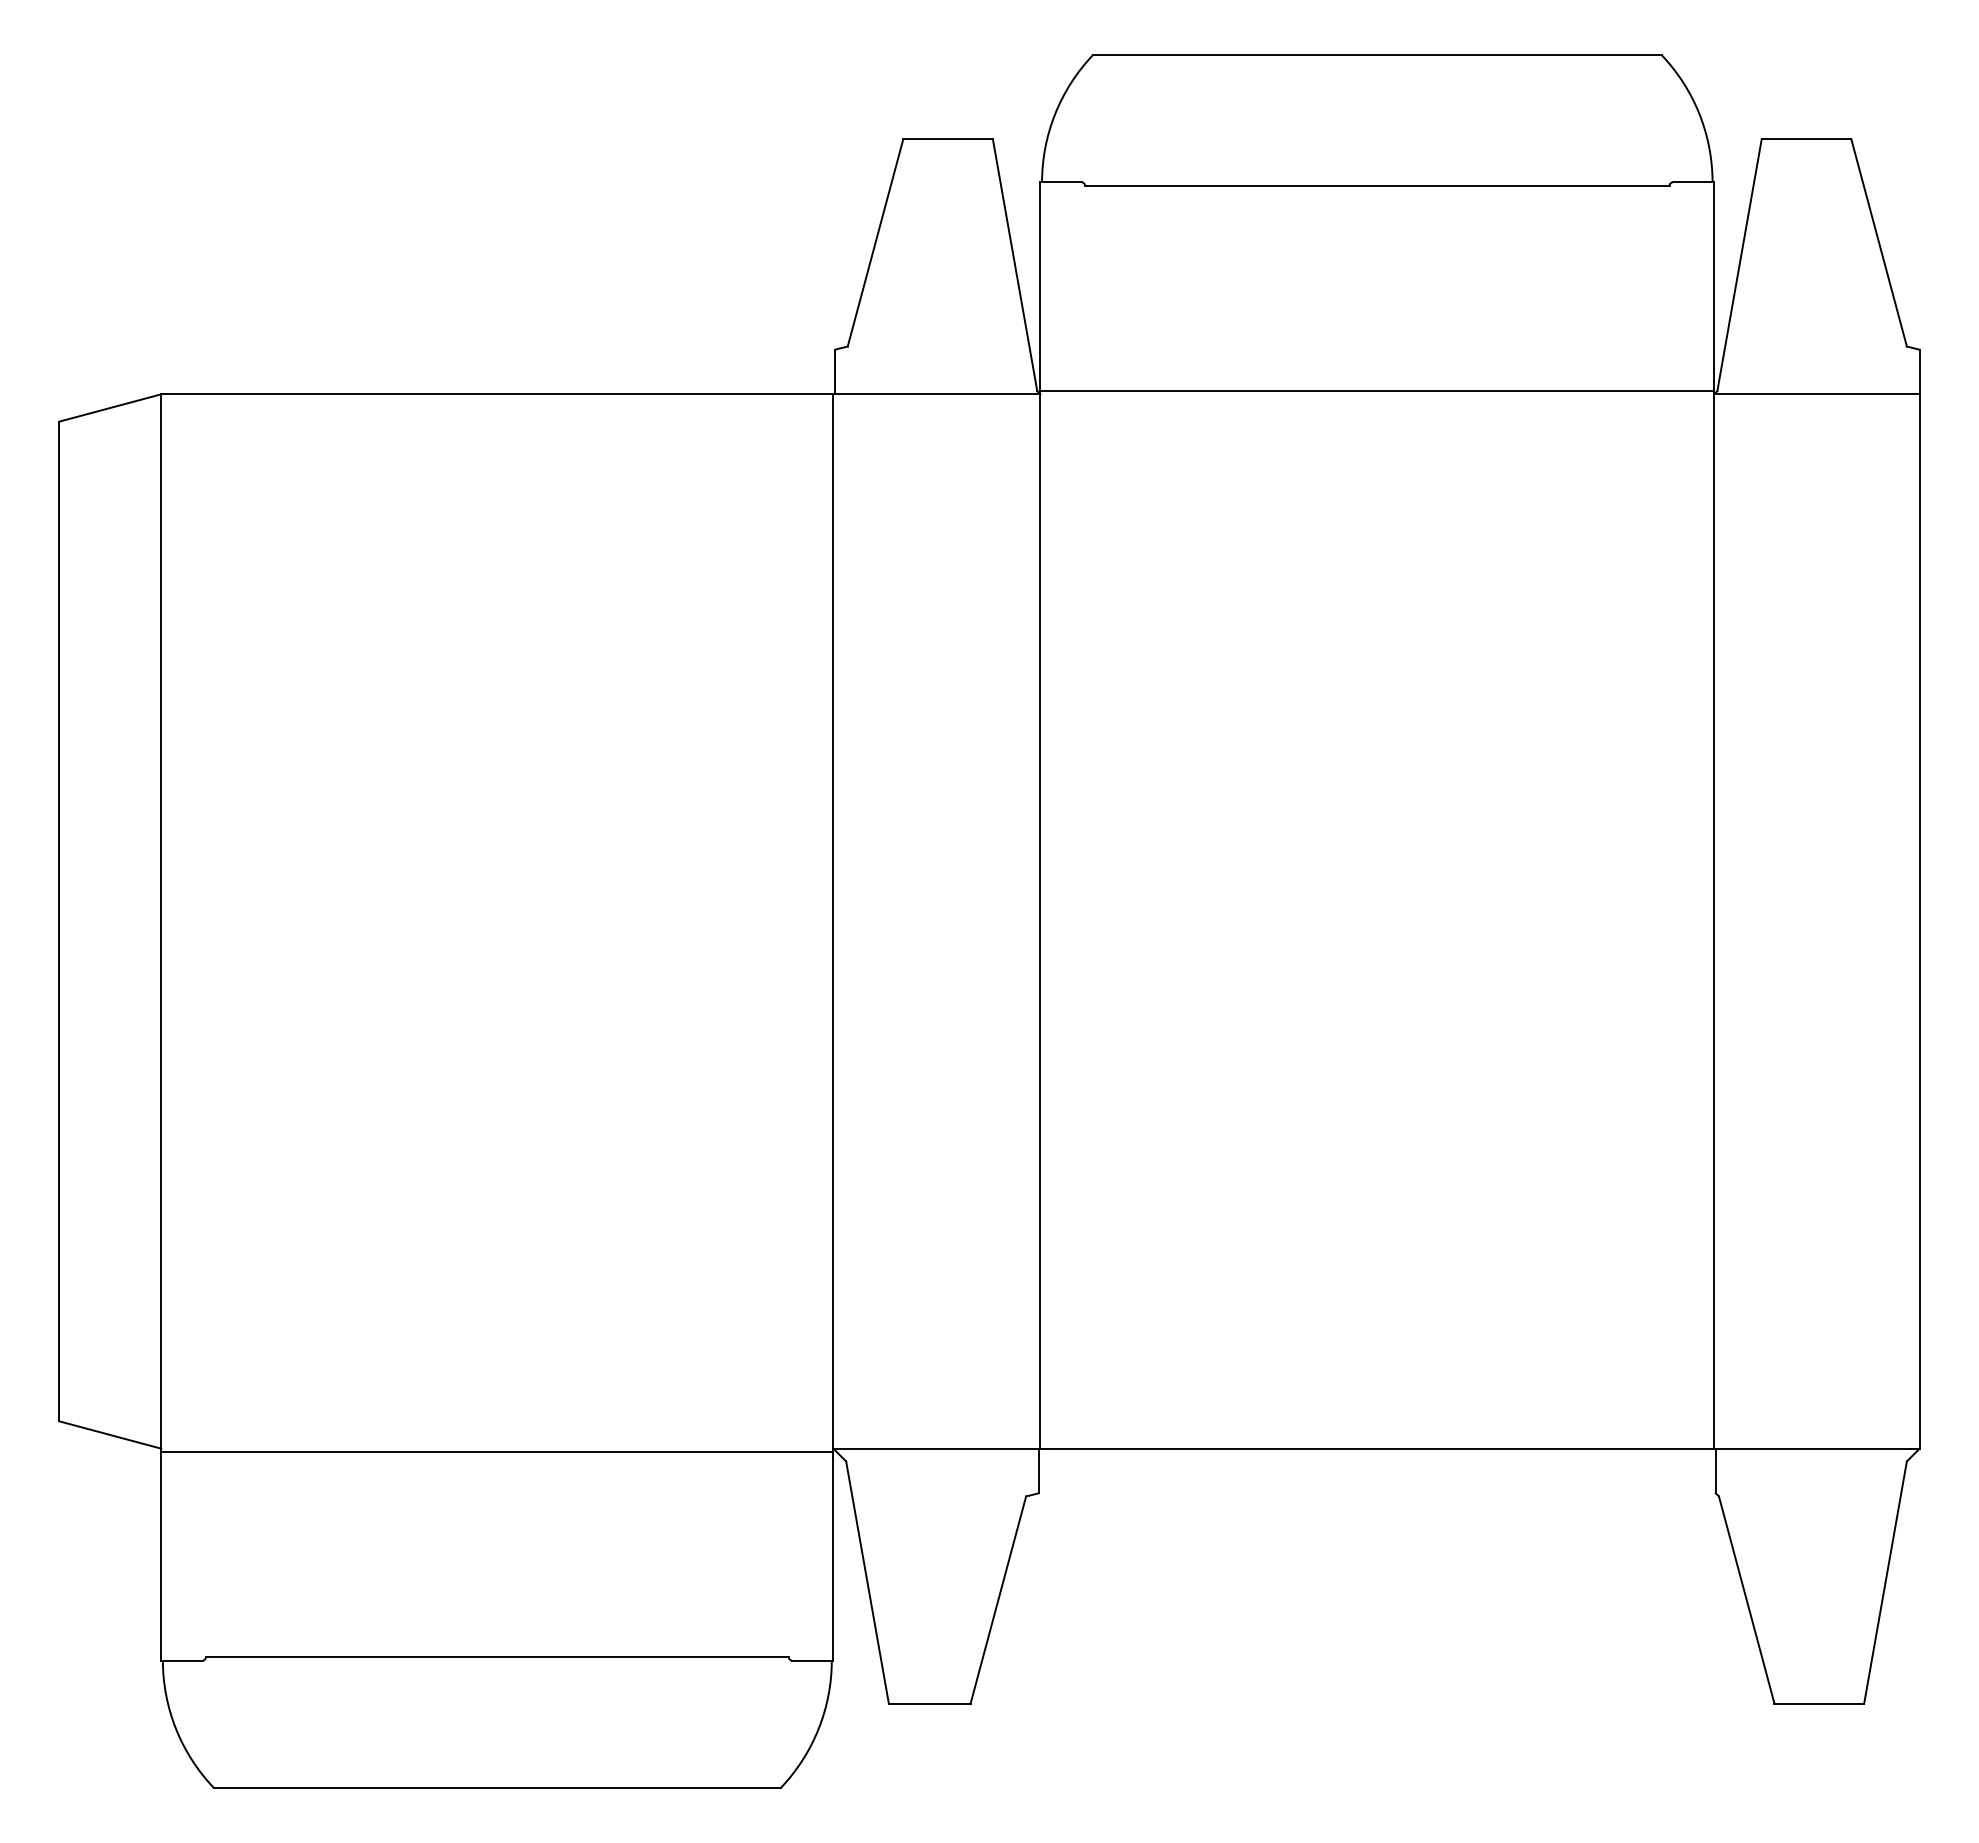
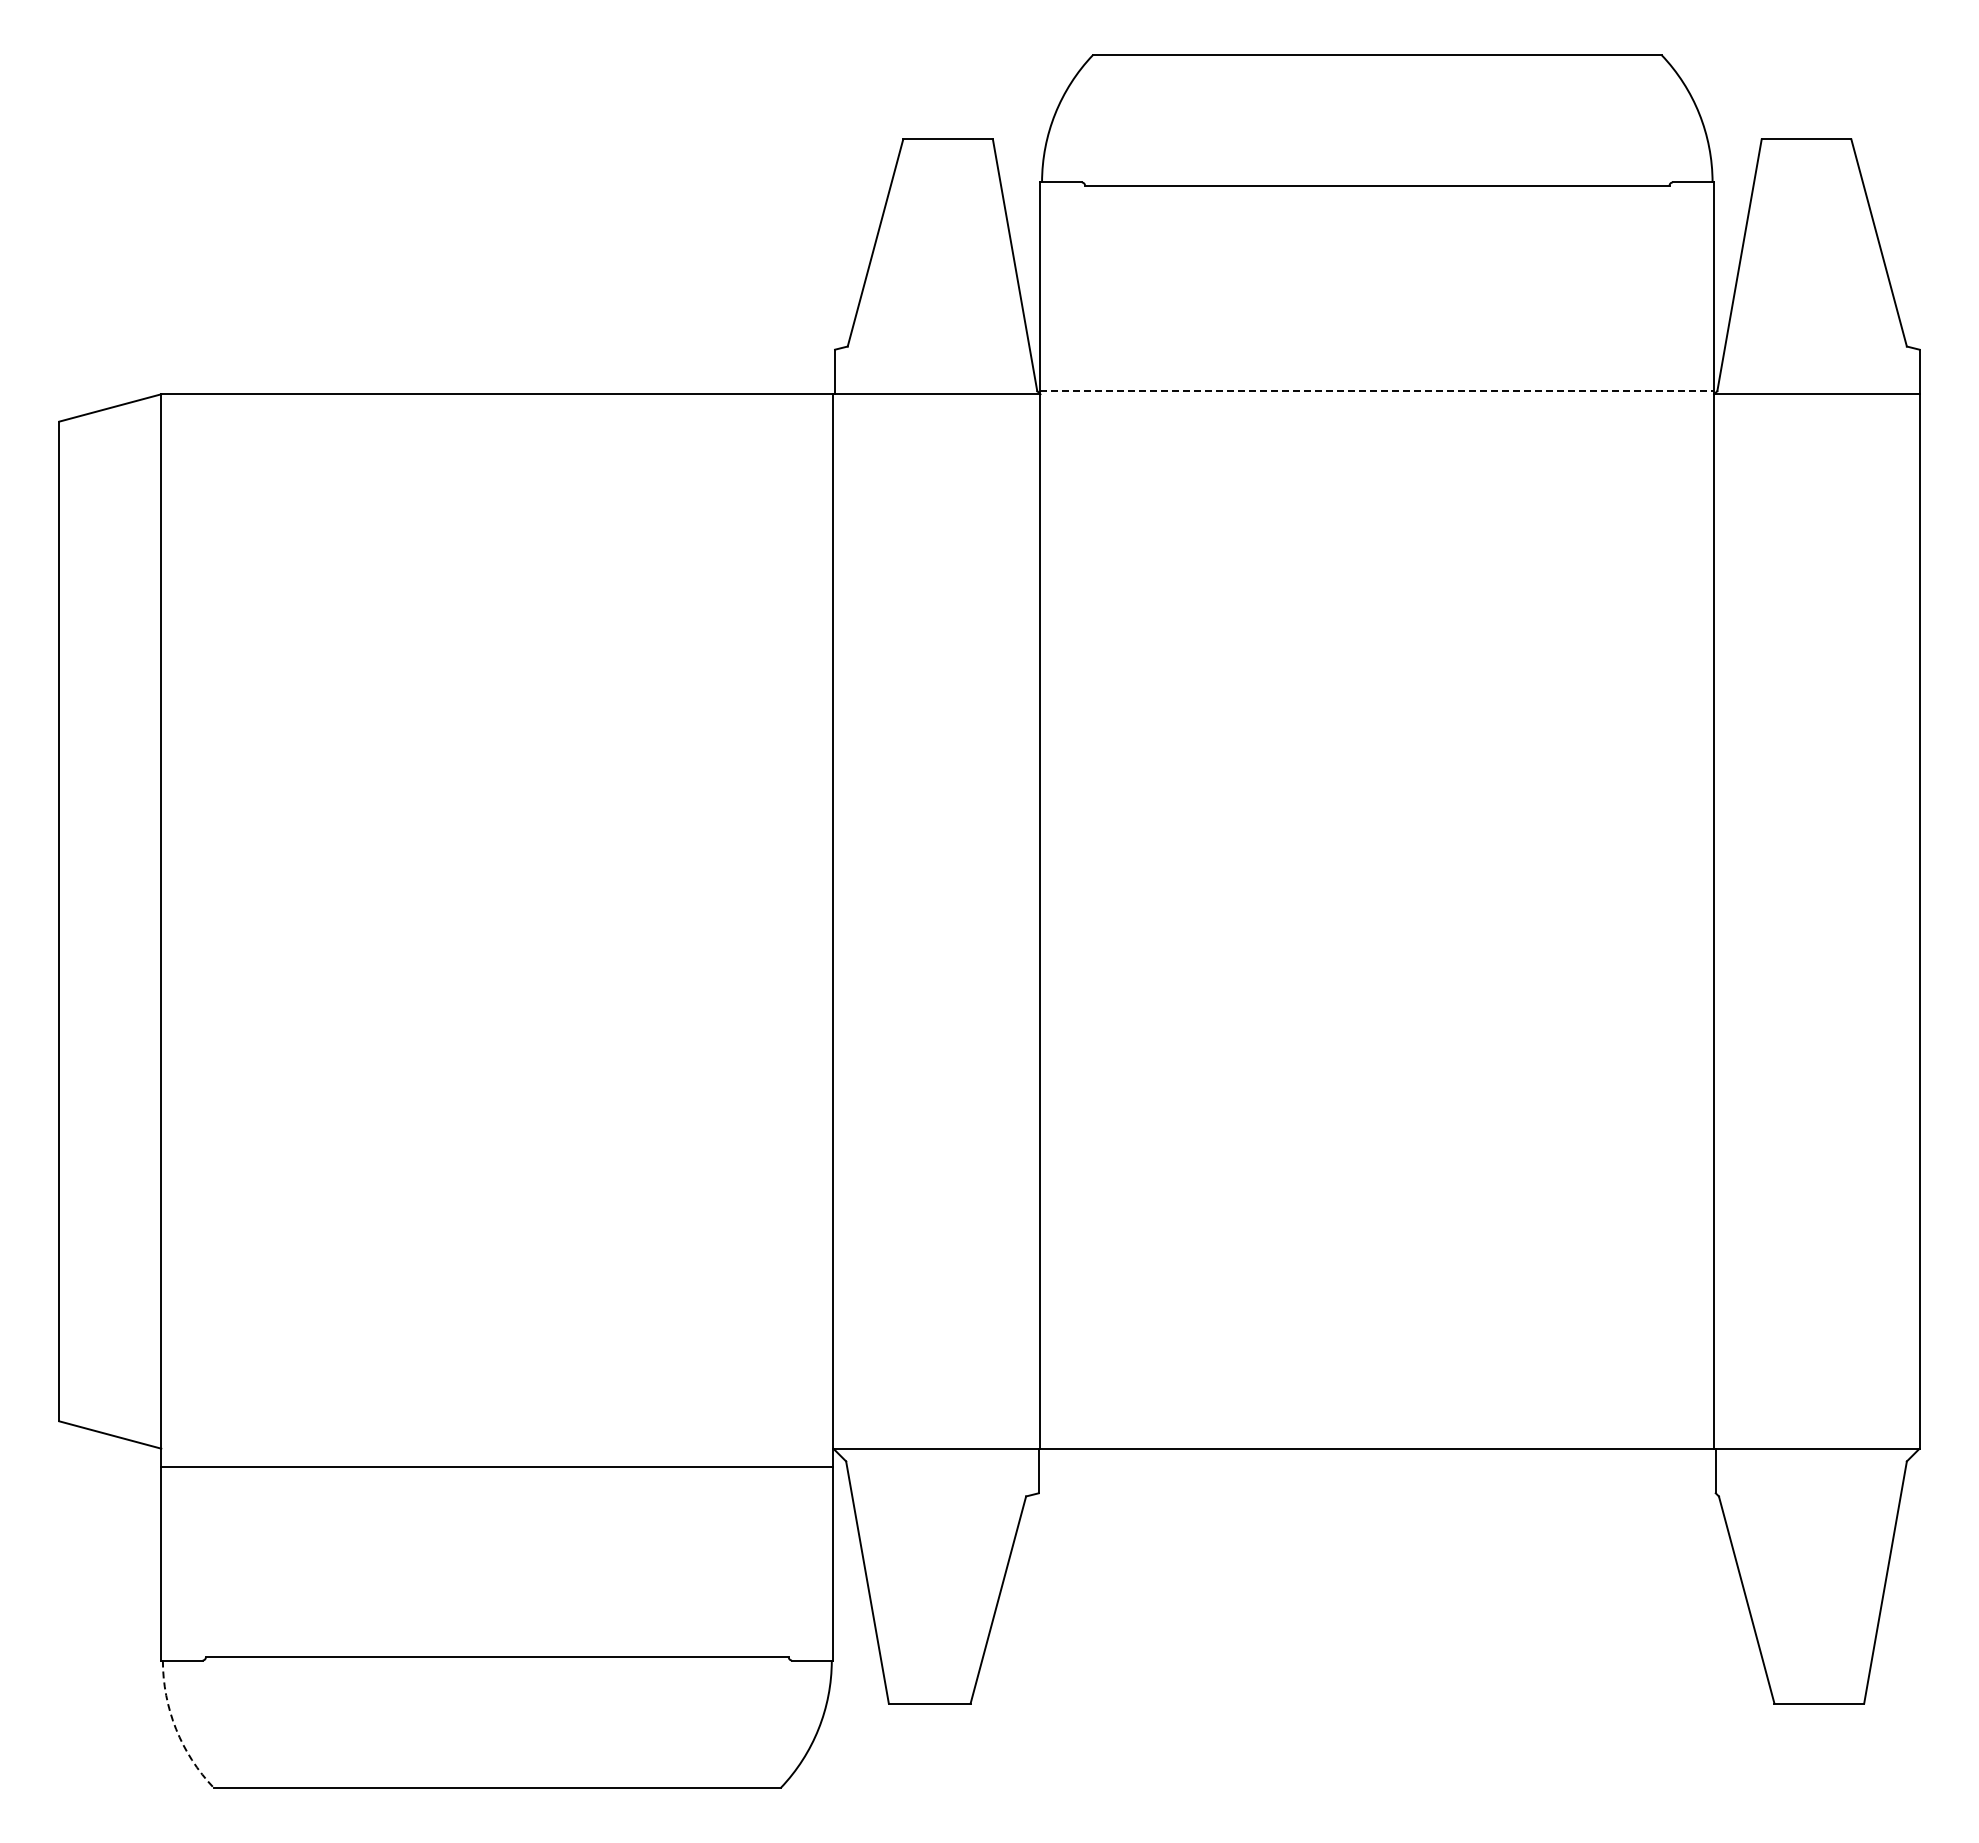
line at (1377, 391): solid -> dashed
line at (497, 1451) position: (497, 1451) -> (497, 1466)
arc at (176, 1729): solid -> dashed
